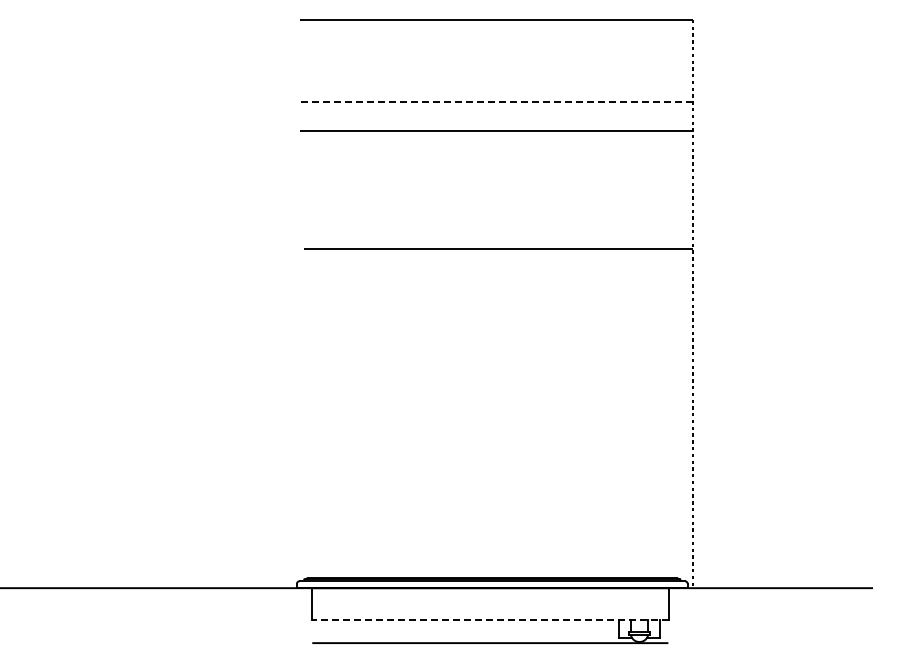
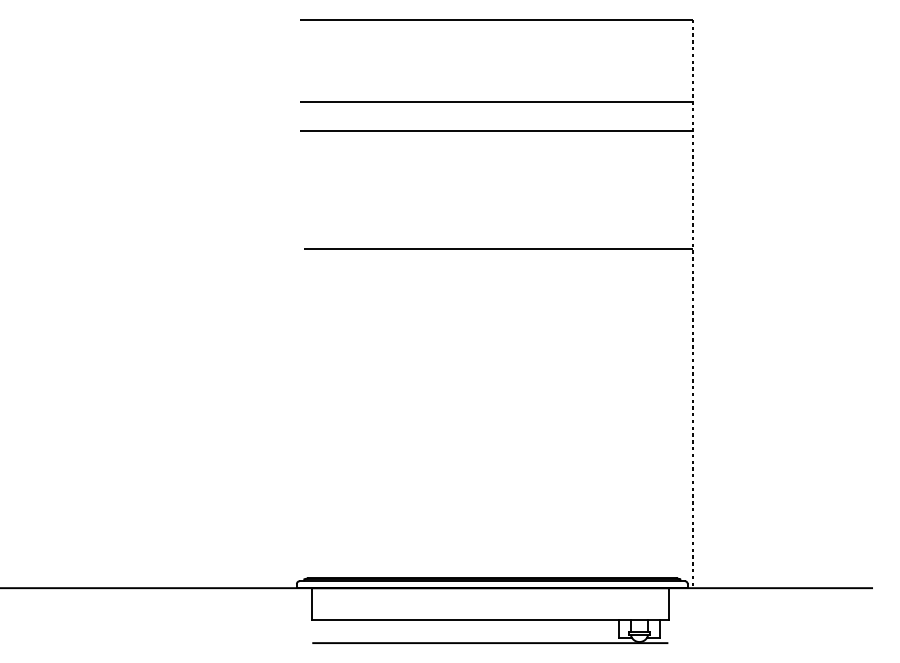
line at (496, 101): dashed -> solid
line at (489, 620): dashed -> solid
